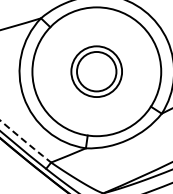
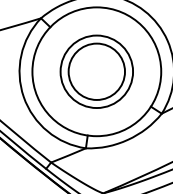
part at (96, 71) size: 53x53 px -> 75x75 px
arc at (25, 141): dashed -> solid
